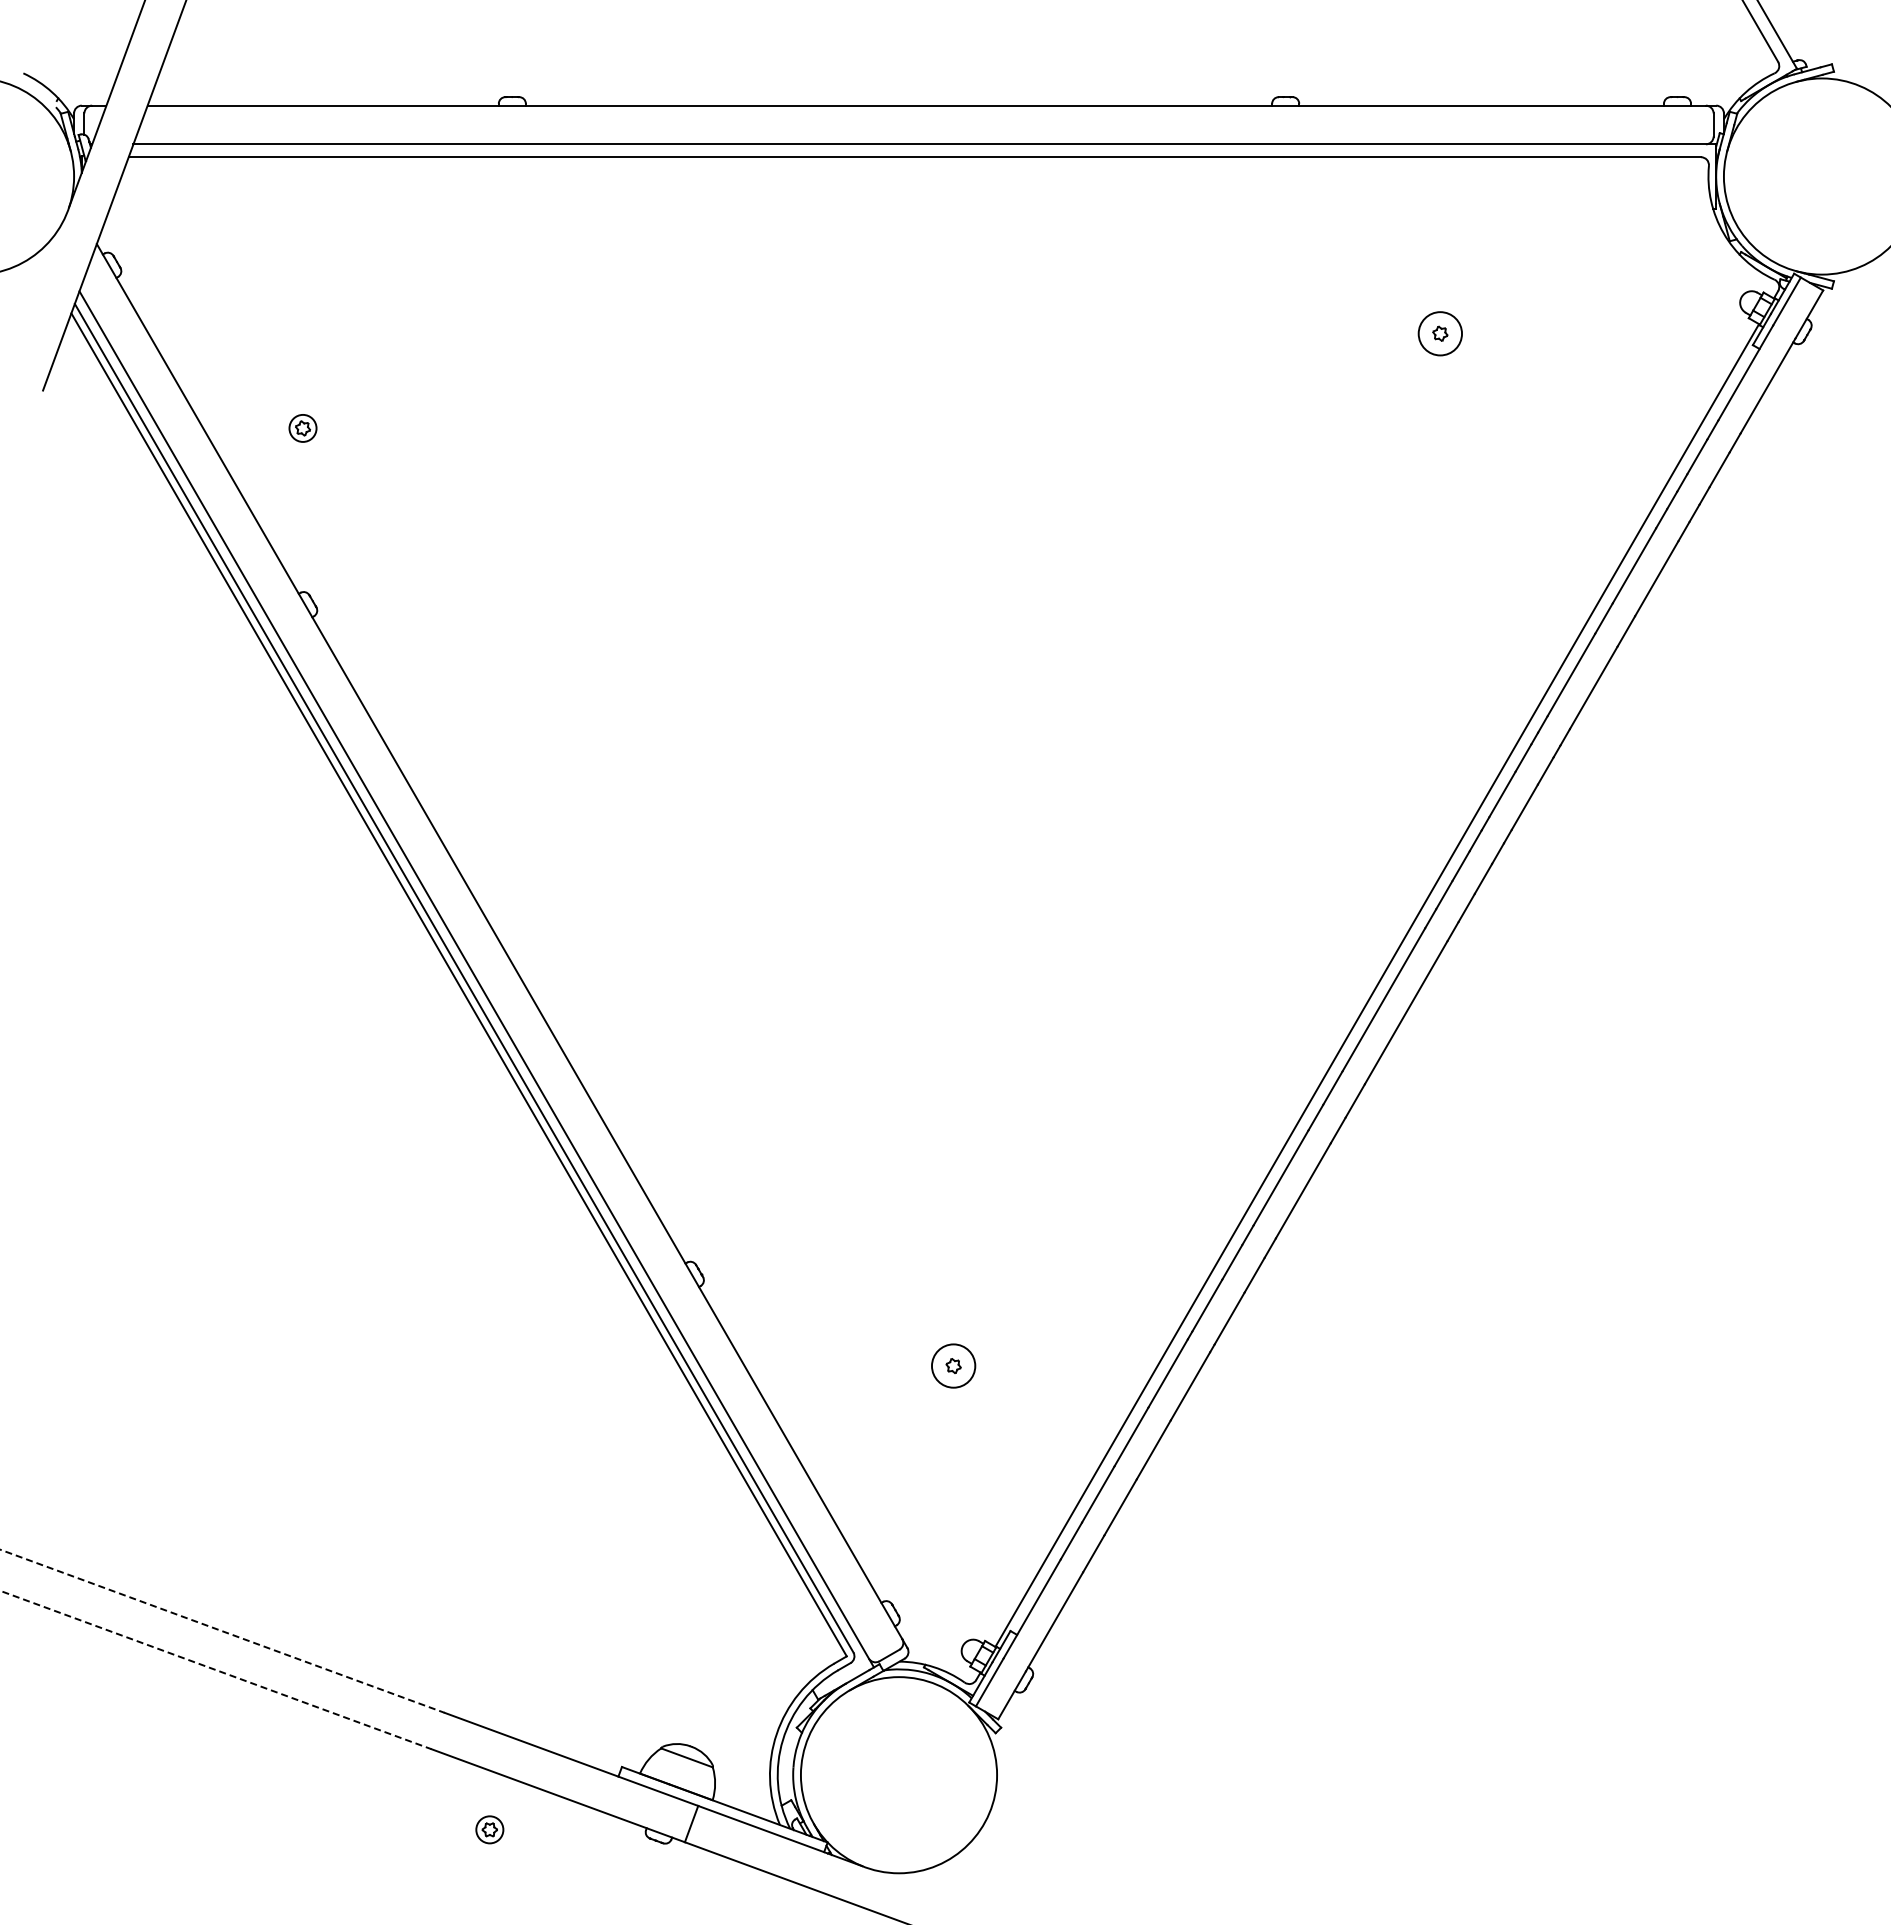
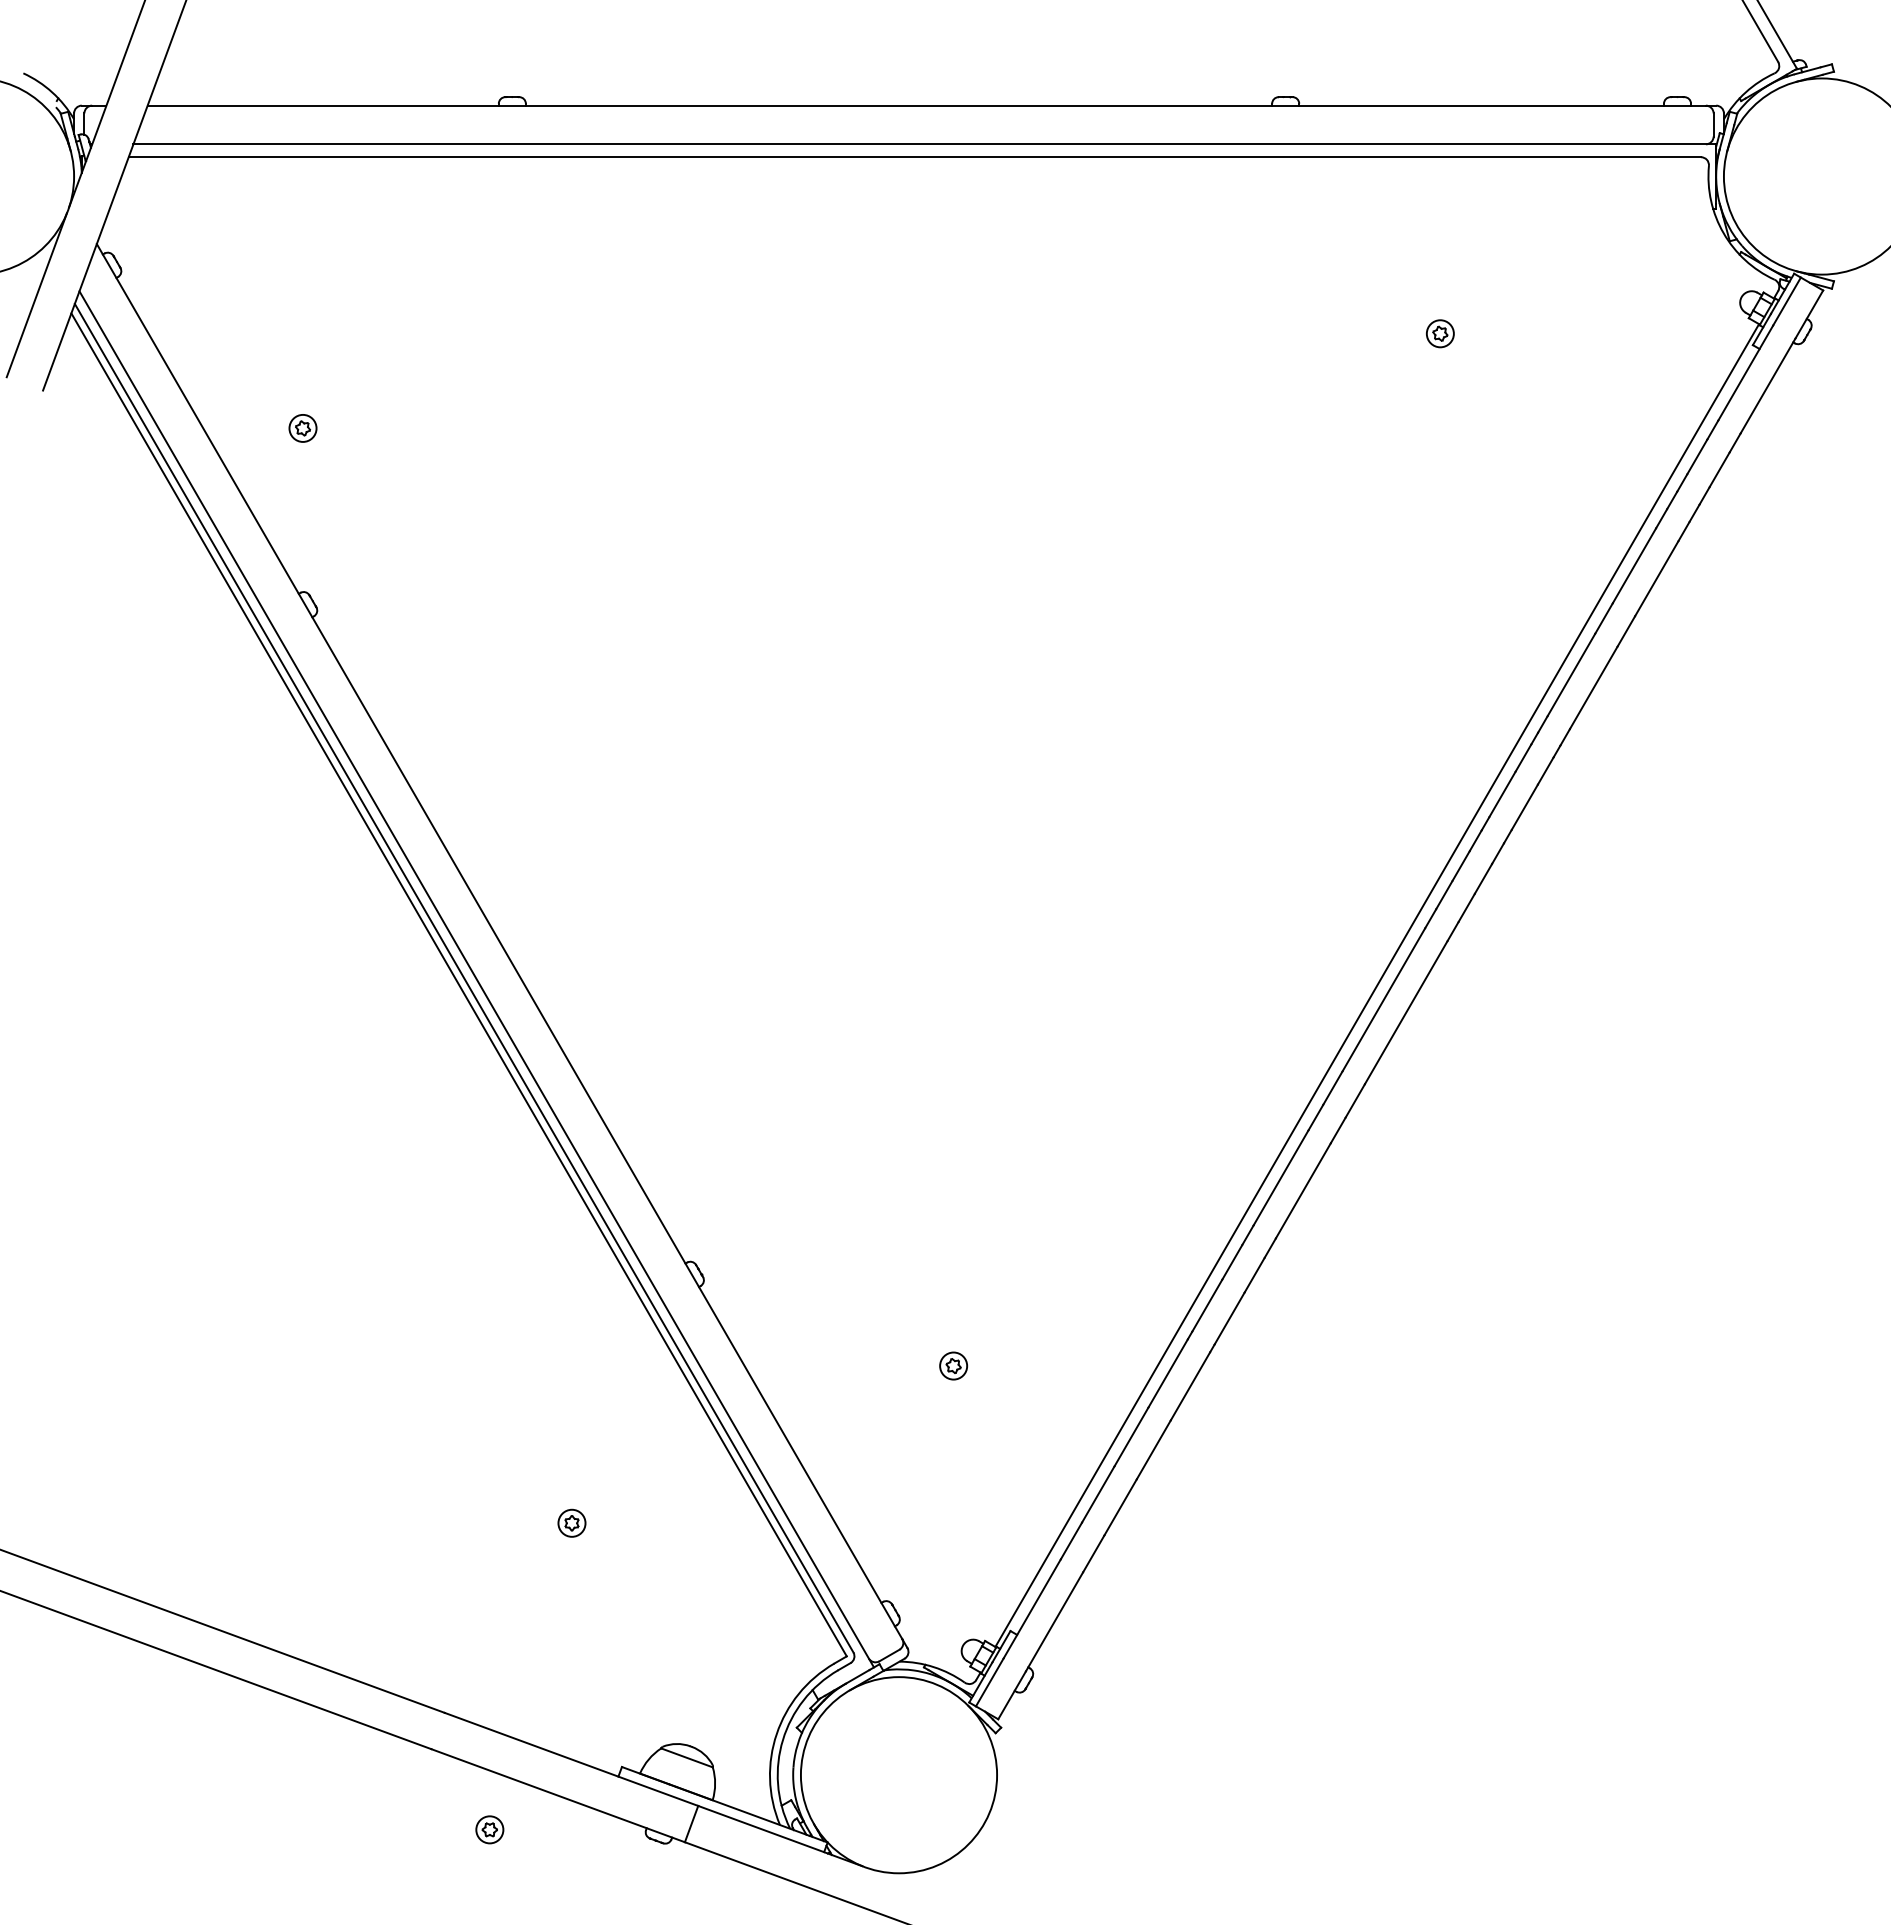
line at (36, 295): none -> present
circle at (1440, 333) diameter: 43 px -> 27 px
circle at (953, 1365) diameter: 43 px -> 27 px
part at (571, 1522): none -> present
line at (223, 1631): dashed -> solid
line at (216, 1670): dashed -> solid
